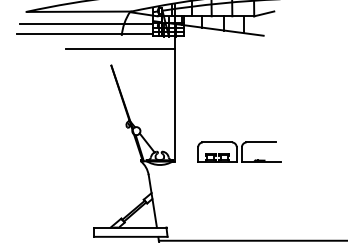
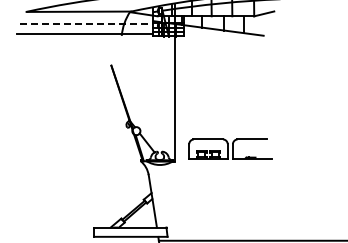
line at (86, 23): solid -> dashed
line at (120, 49): present -> none
part at (239, 151) position: (239, 151) -> (230, 148)
